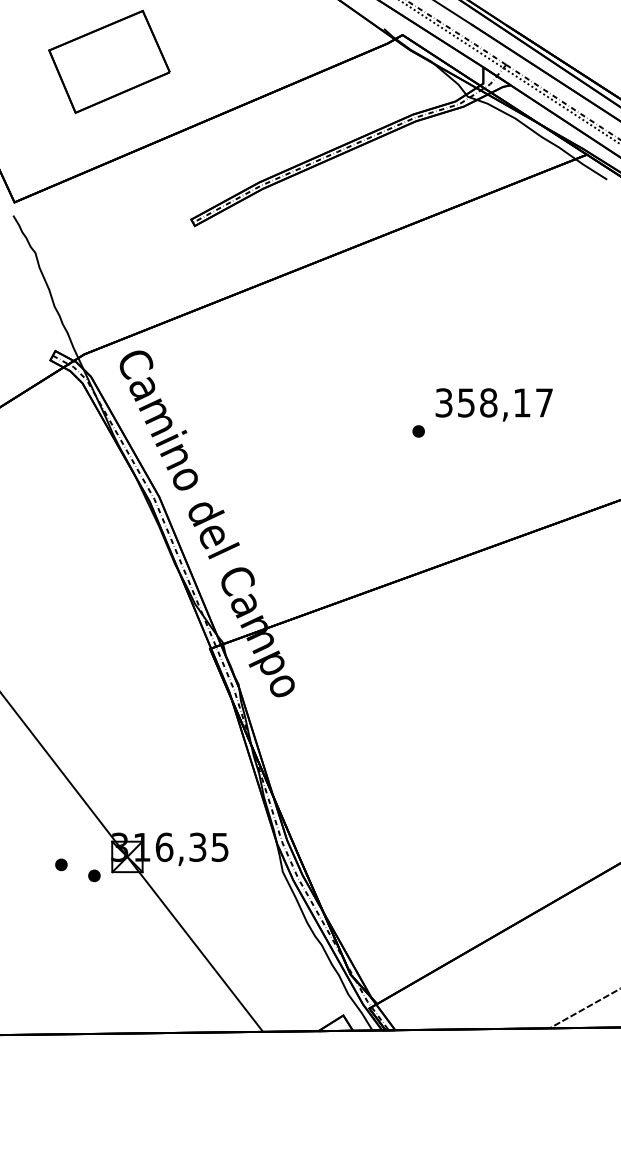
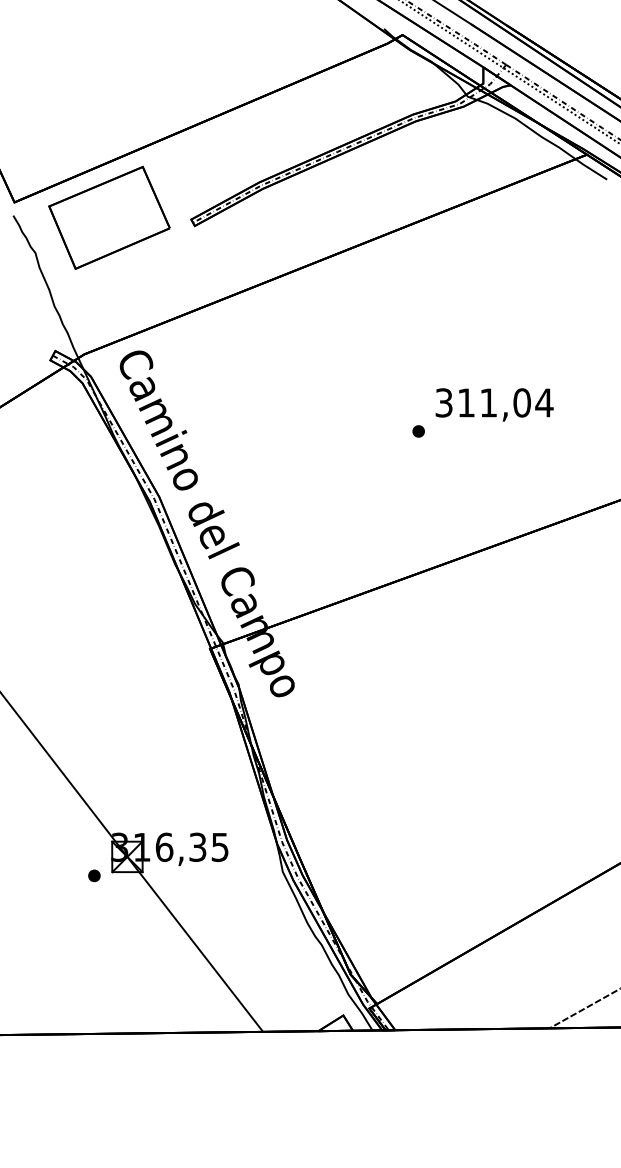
part at (109, 61) position: (109, 61) -> (109, 217)
text at (505, 402): 358,17 -> 311,04
part at (61, 864): present -> none
